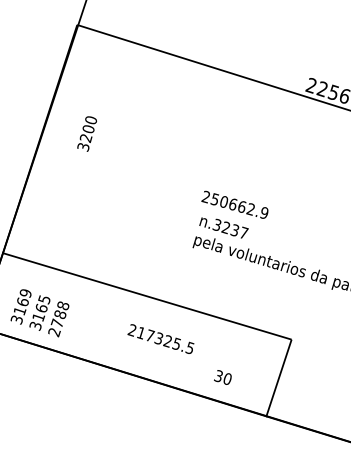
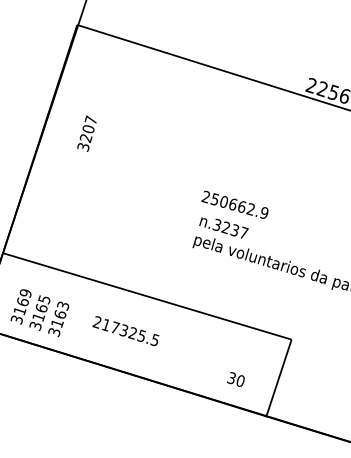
text at (90, 119): 3200 -> 3207
text at (58, 319): 2788 -> 3163
text at (160, 338) position: (160, 338) -> (125, 330)
text at (222, 377) position: (222, 377) -> (235, 379)
